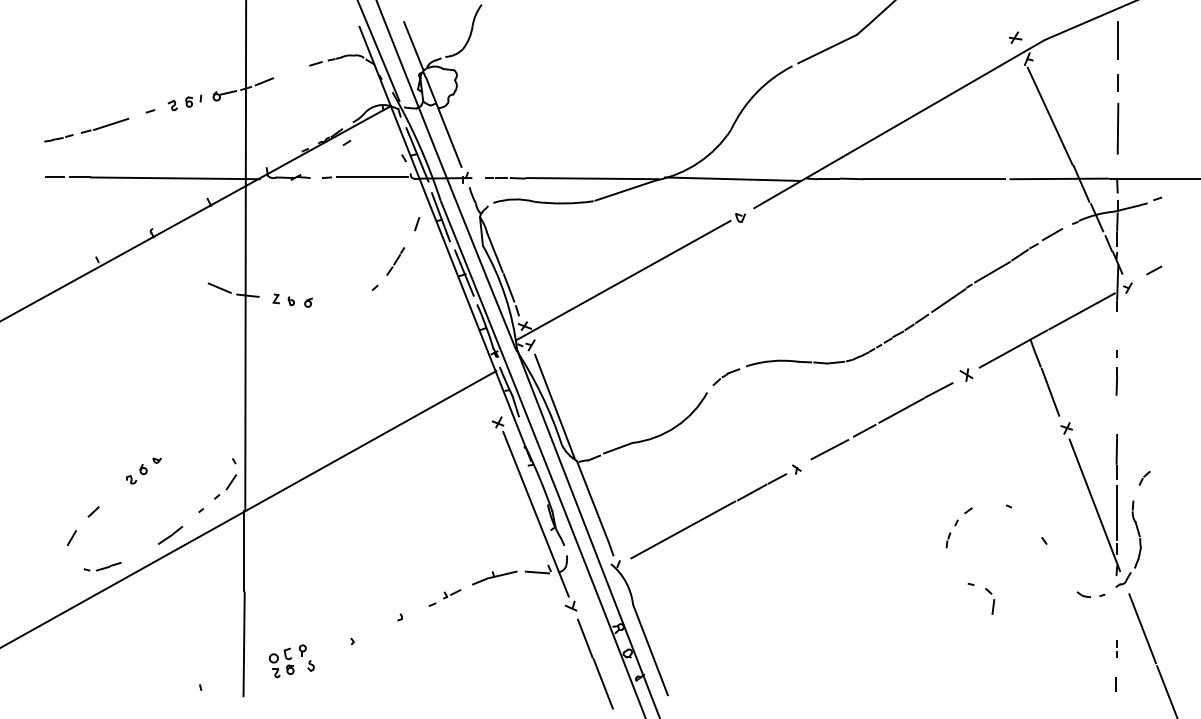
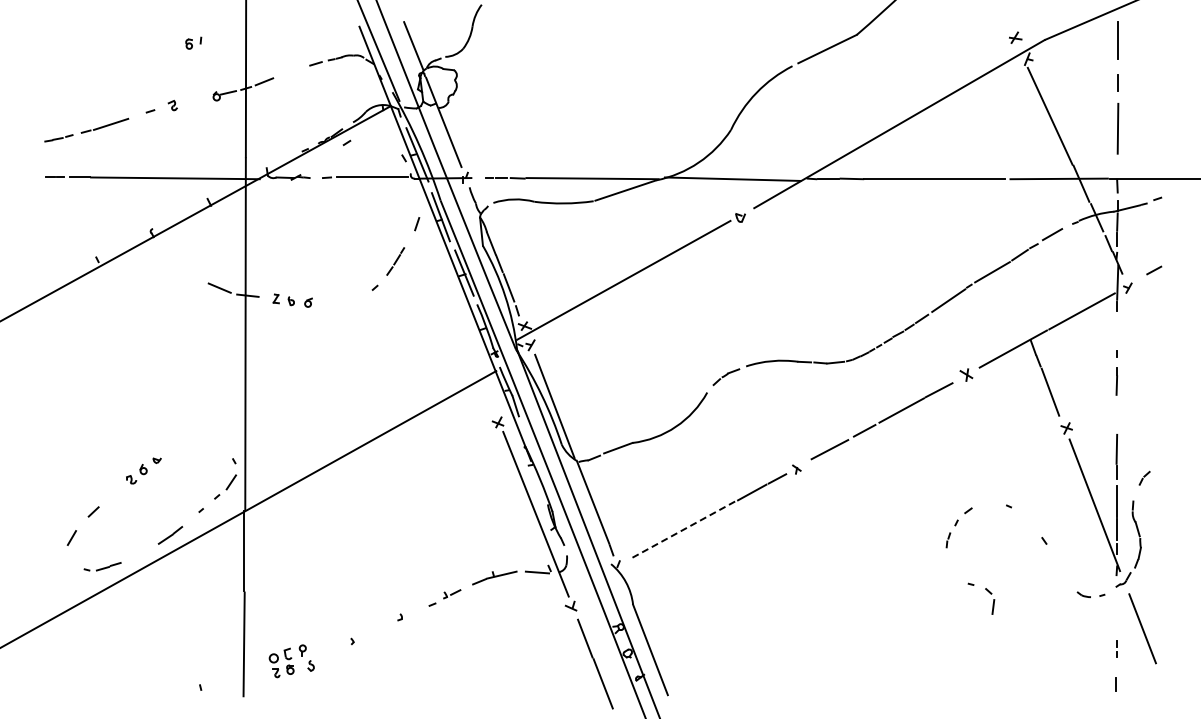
part at (193, 100) position: (193, 100) -> (193, 42)
line at (682, 530): solid -> dashed
line at (1166, 690): present -> none
